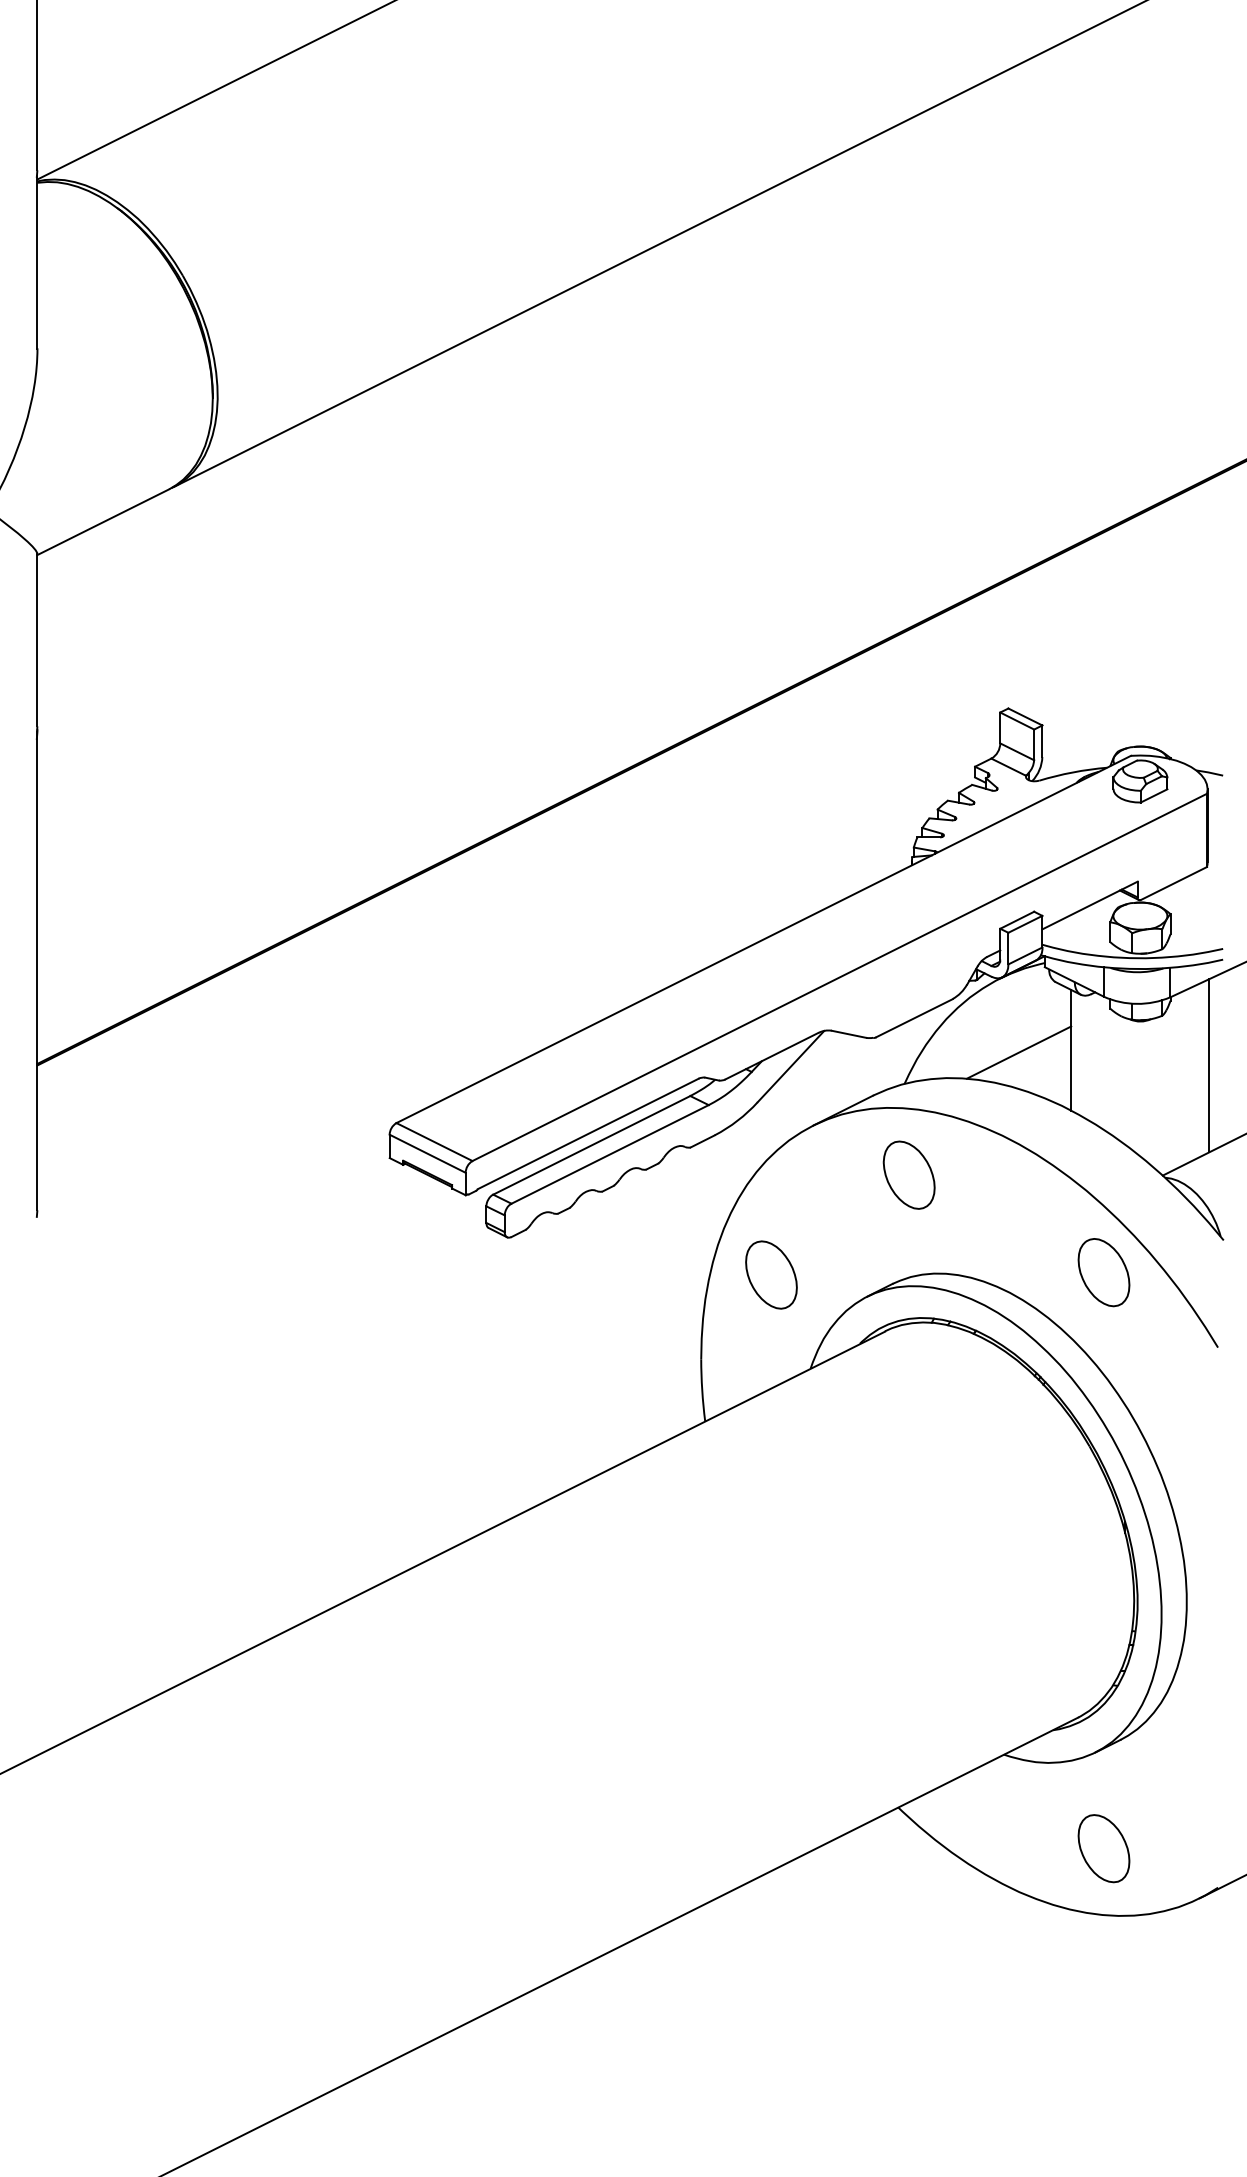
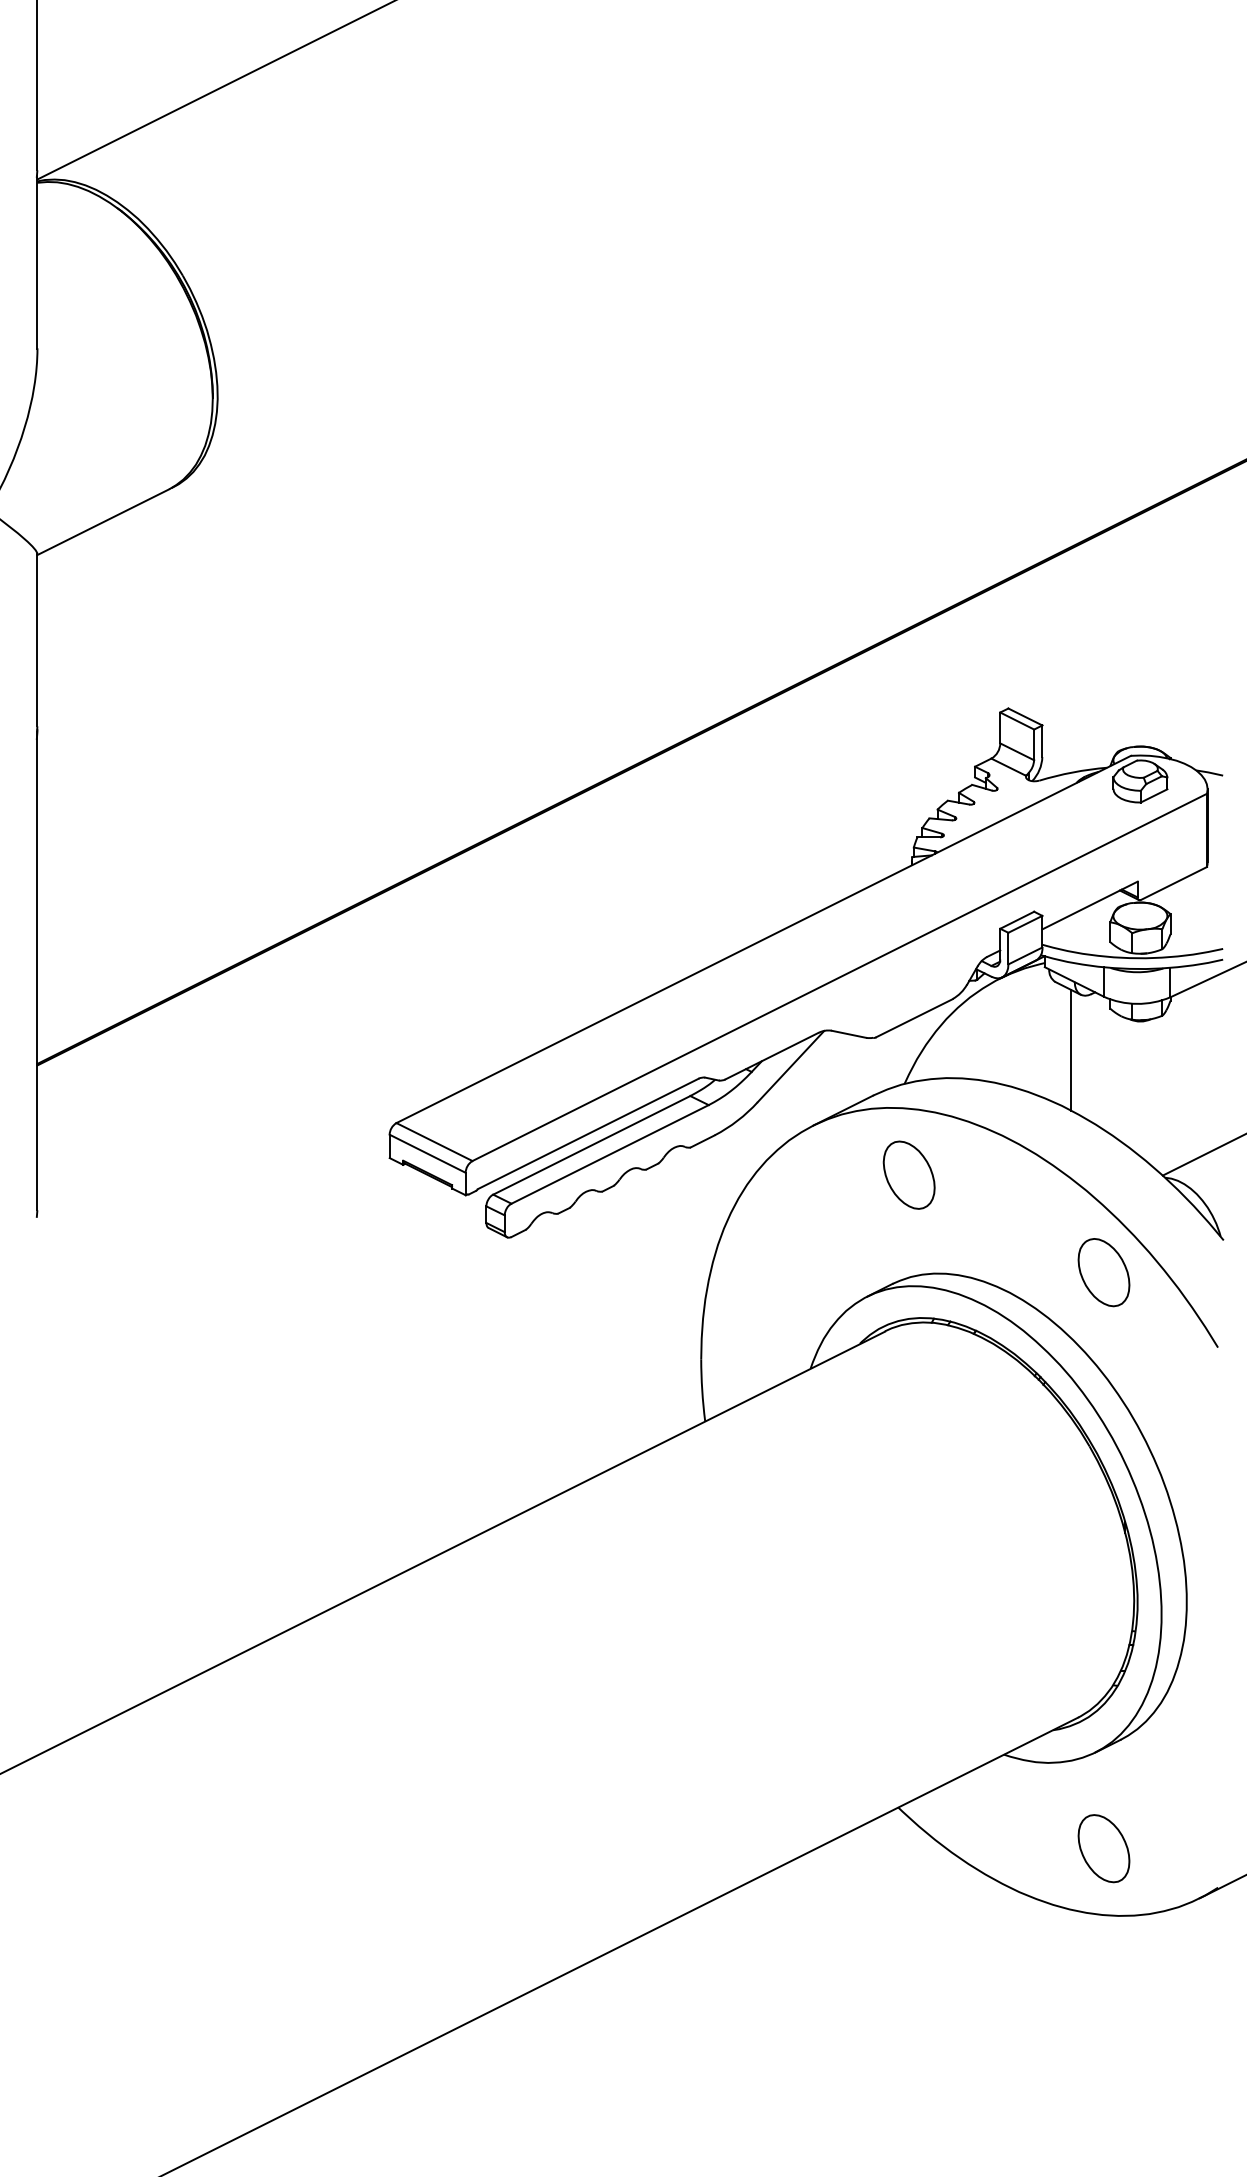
line at (658, 244): present -> none
line at (1018, 1052): present -> none
line at (1209, 1065): present -> none
part at (771, 1274): present -> none
